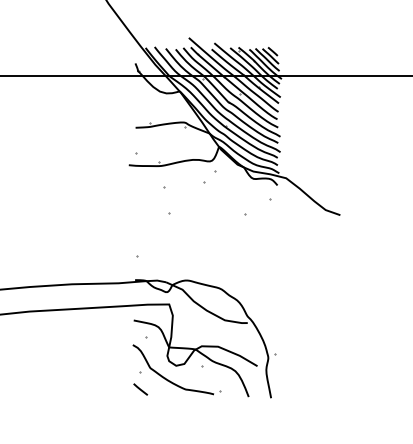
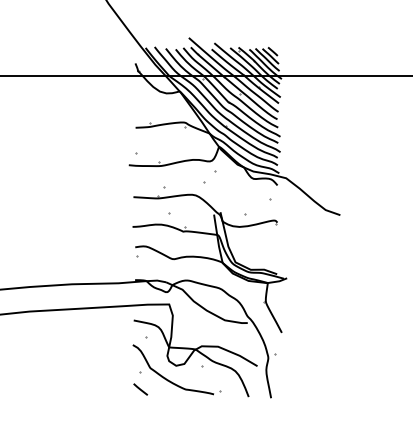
part at (209, 263): none -> present
